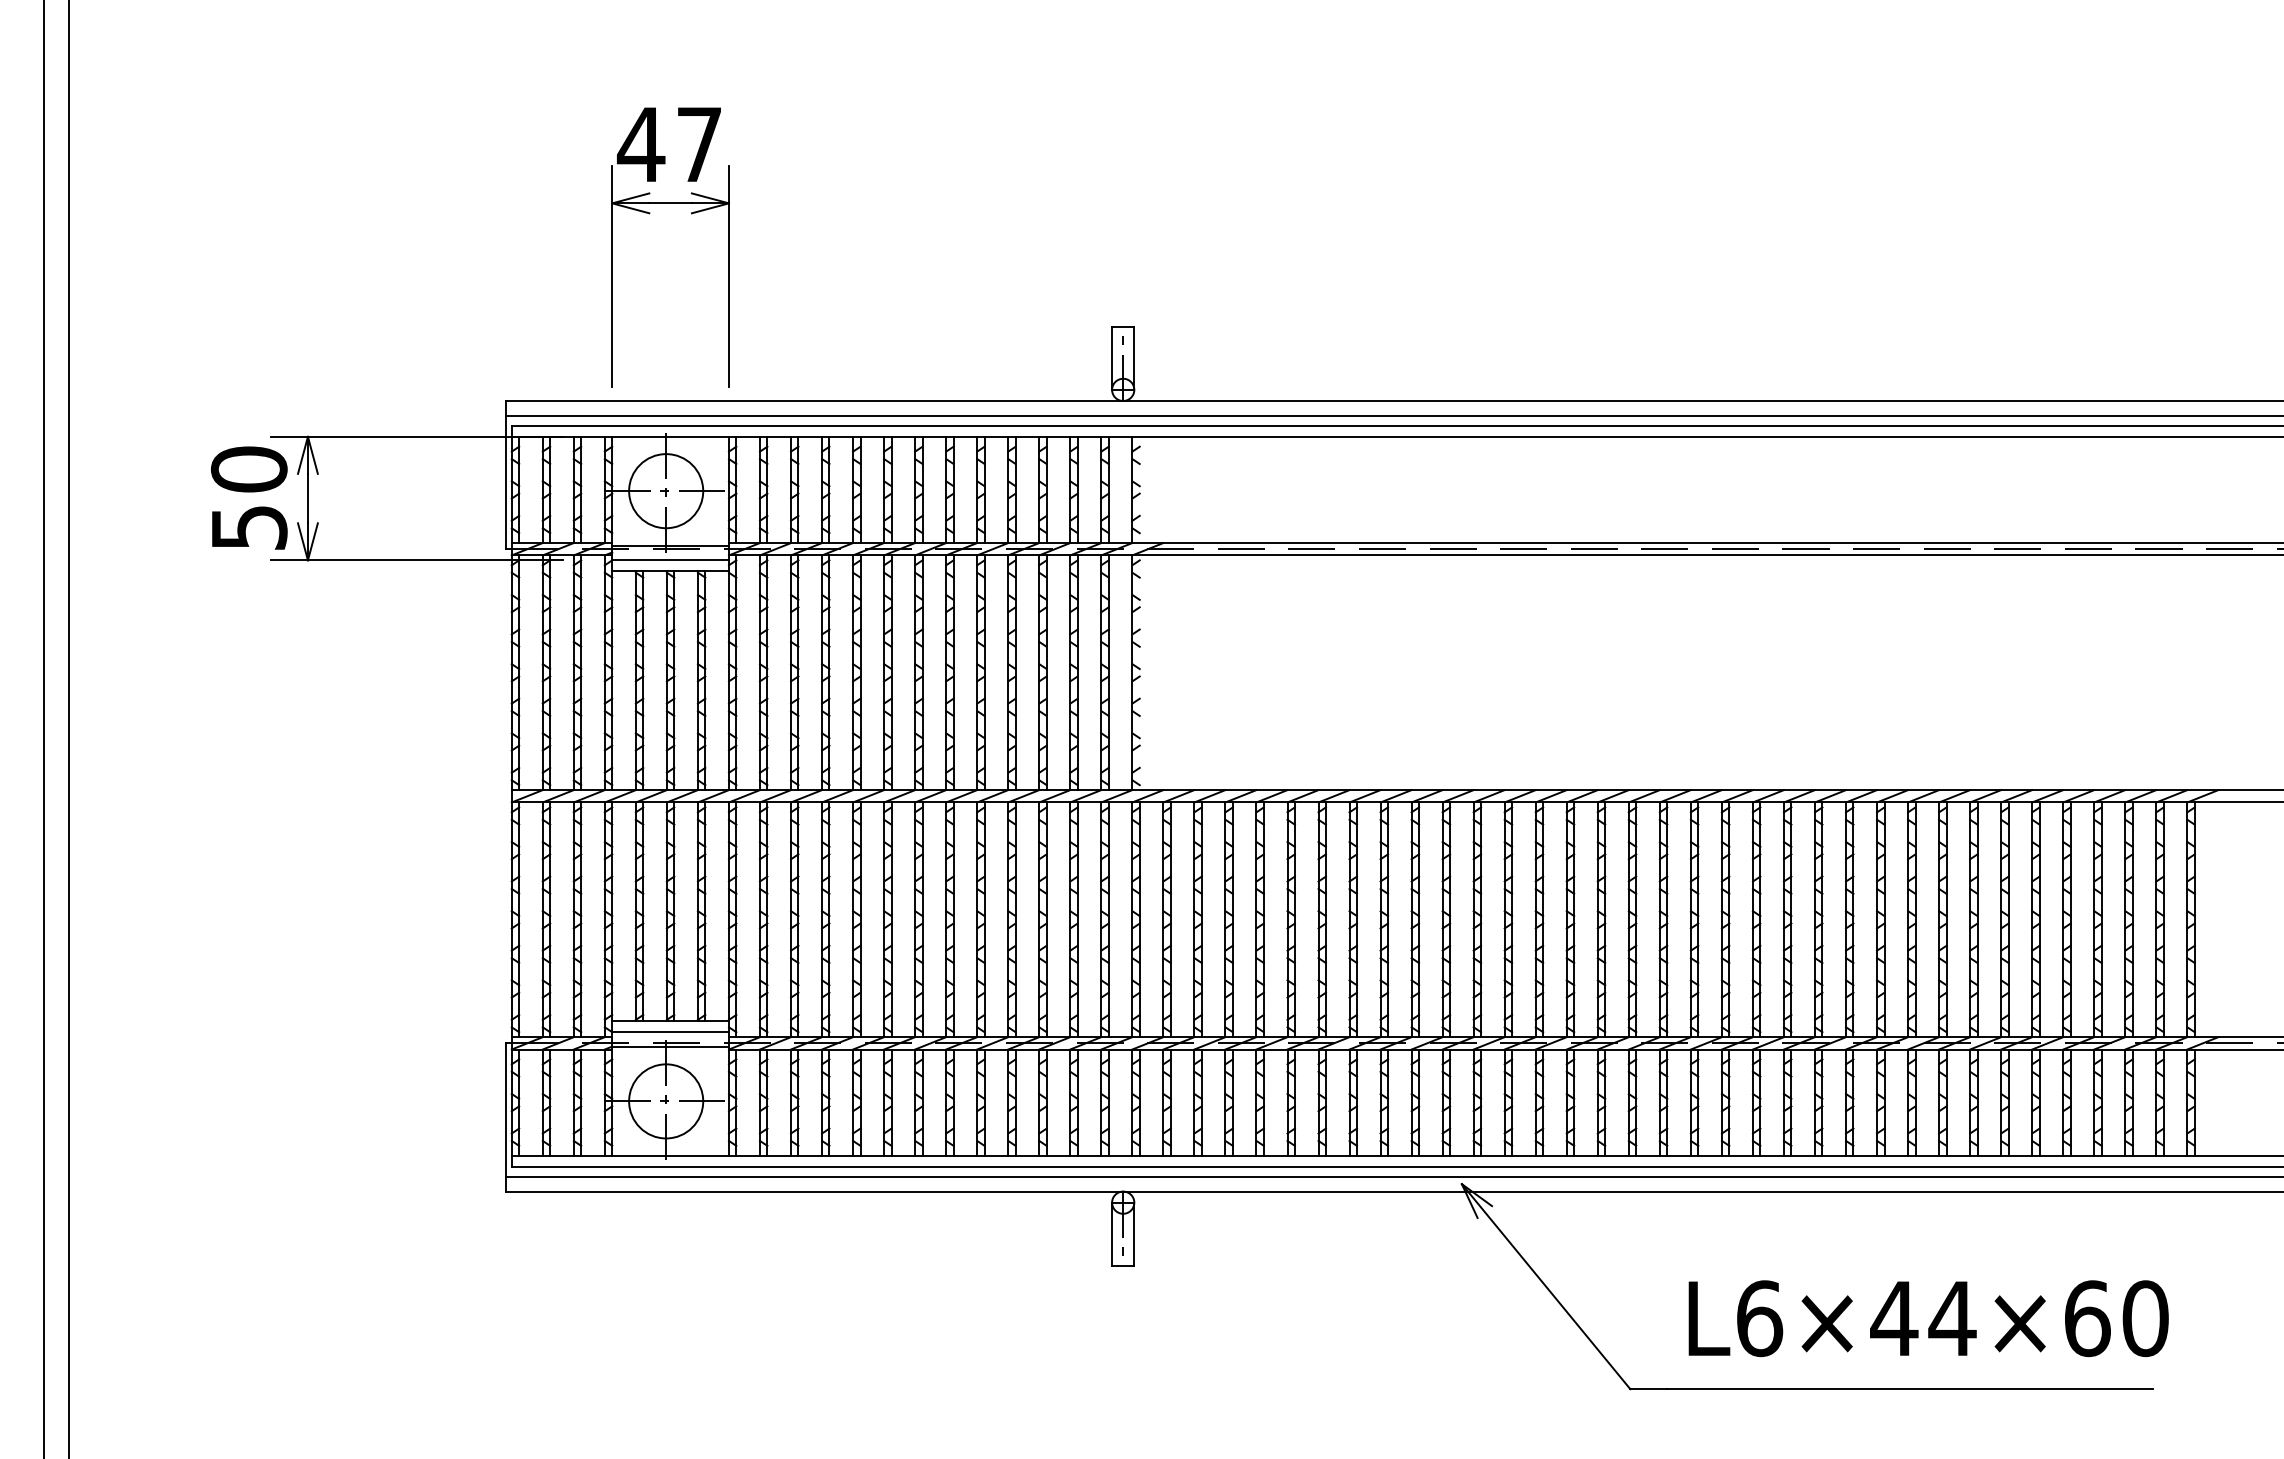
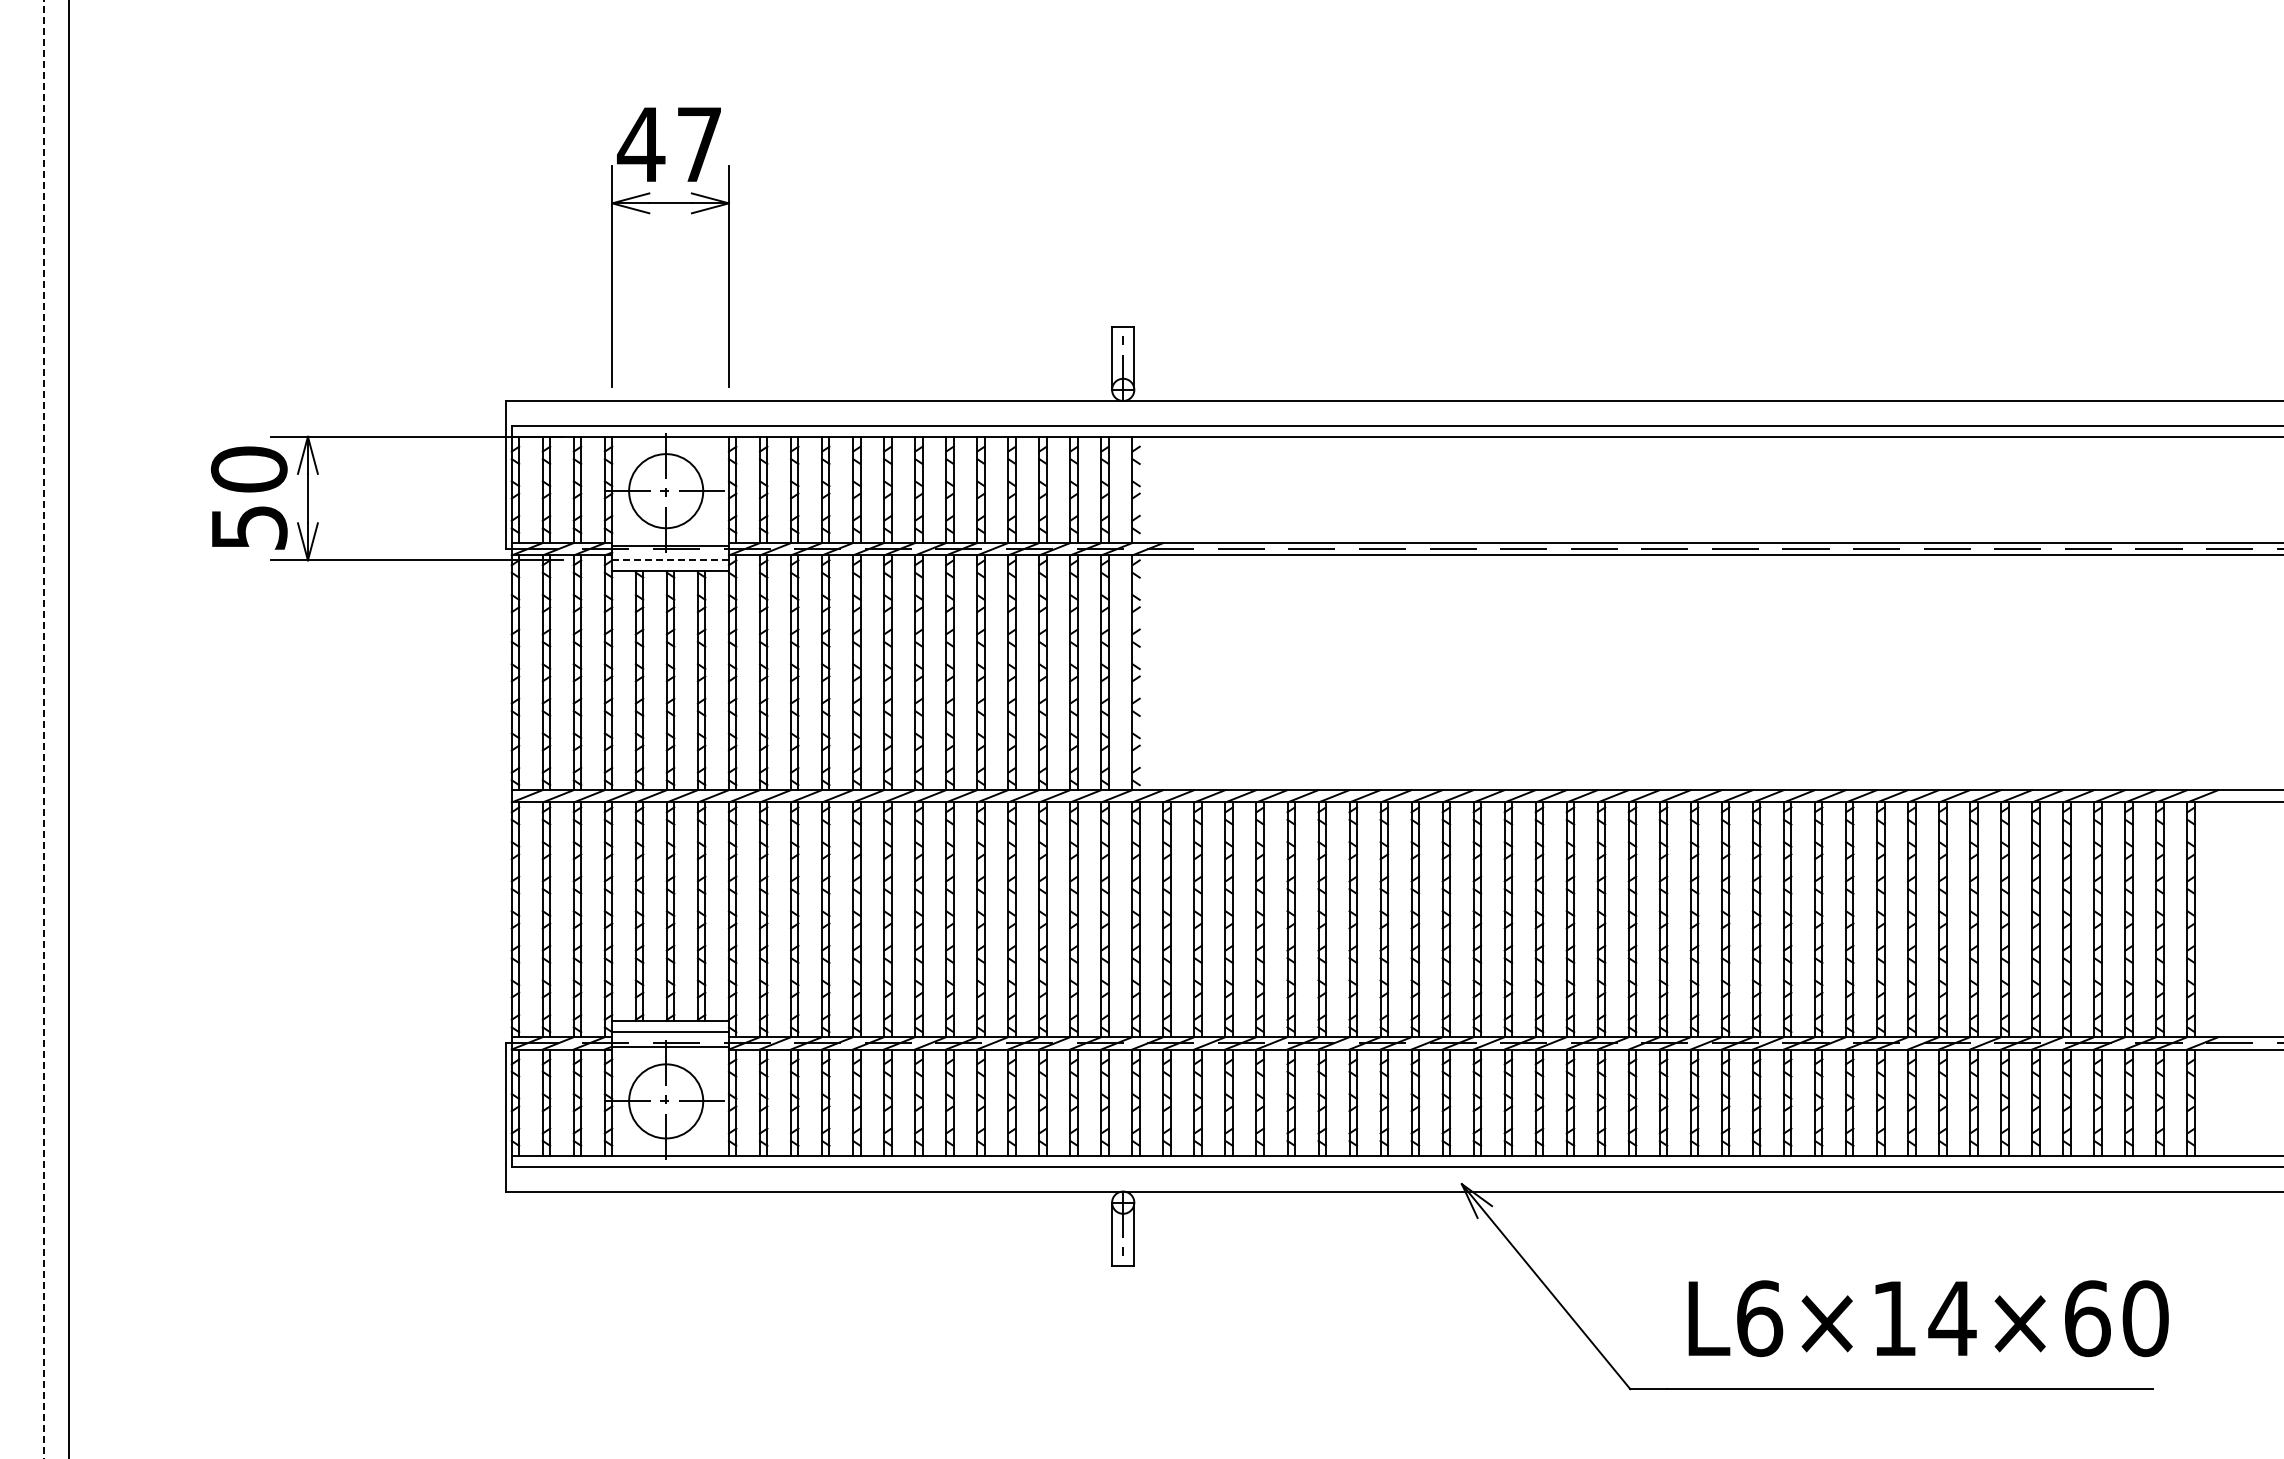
line at (1392, 415): present -> none
line at (670, 560): solid -> dashed
line at (43, 729): solid -> dashed
line at (1392, 1176): present -> none
text at (1894, 1318): L6×44×60 -> L6×14×60
